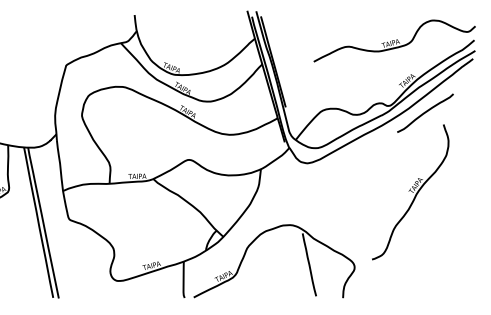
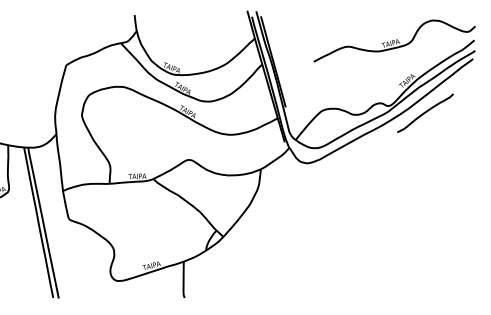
part at (410, 192): present -> none
part at (254, 241): present -> none
